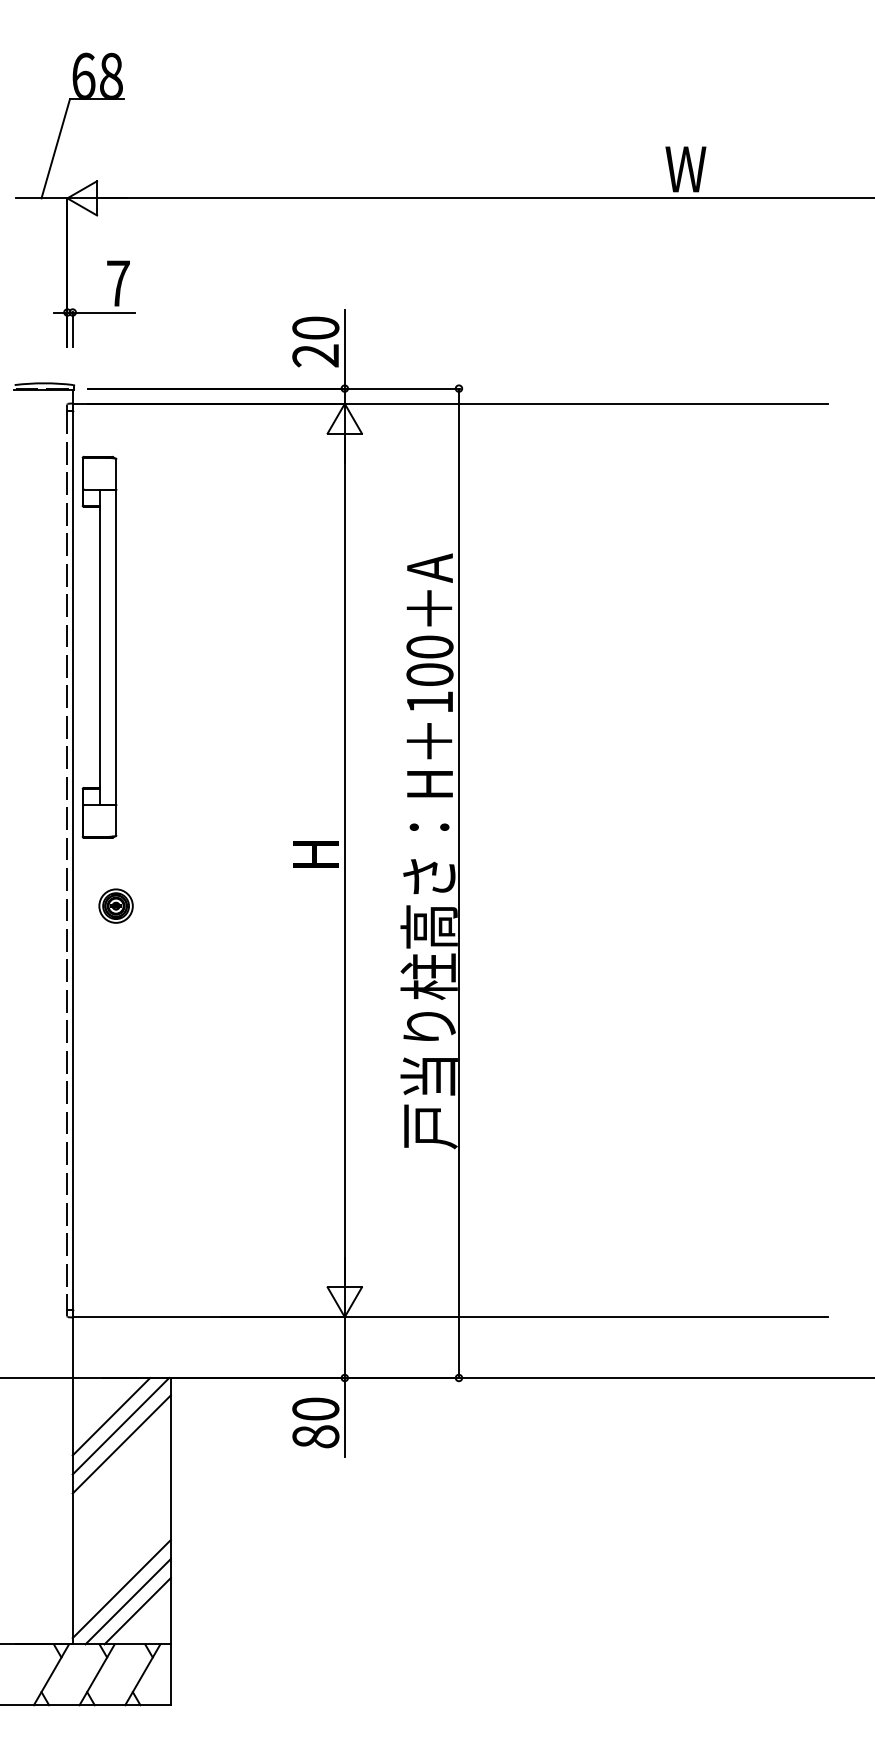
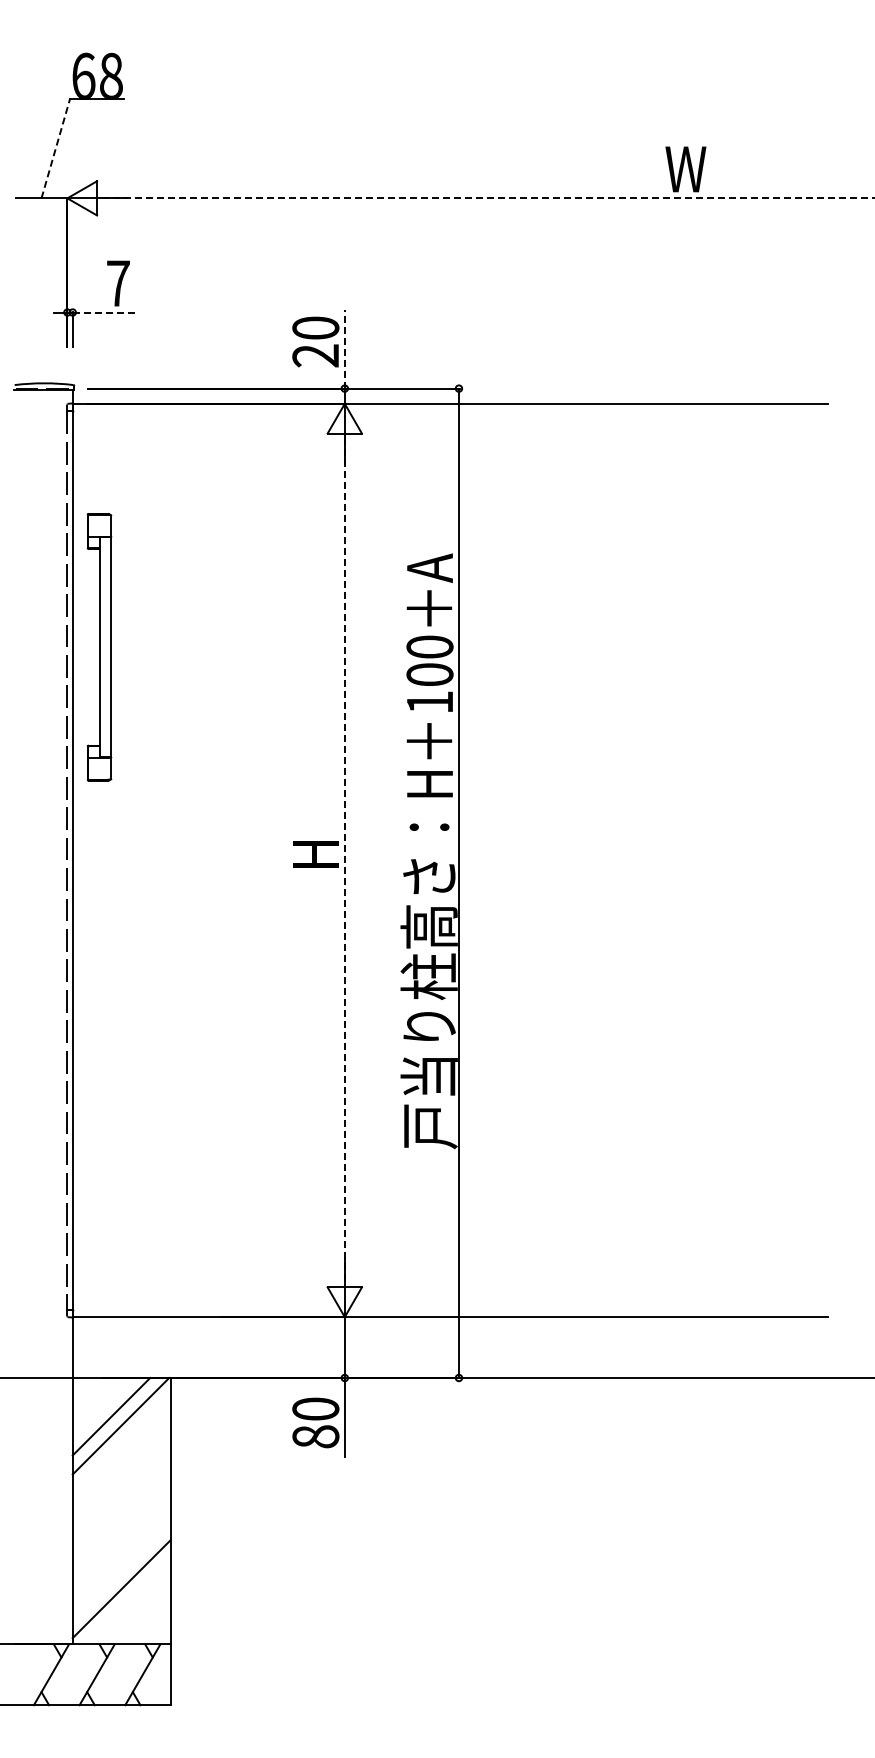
line at (55, 148): solid -> dashed
line at (488, 198): solid -> dashed
line at (104, 312): solid -> dashed
line at (344, 348): solid -> dashed
part at (99, 646) size: 37x384 px -> 27x269 px
line at (344, 860): solid -> dashed
part at (115, 905): present -> none
line at (121, 1444): present -> none
line at (127, 1601): present -> none
line at (137, 1611): present -> none
